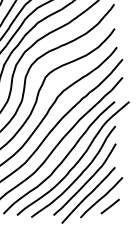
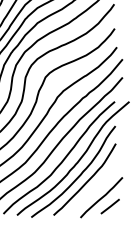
line at (88, 195): present -> none
